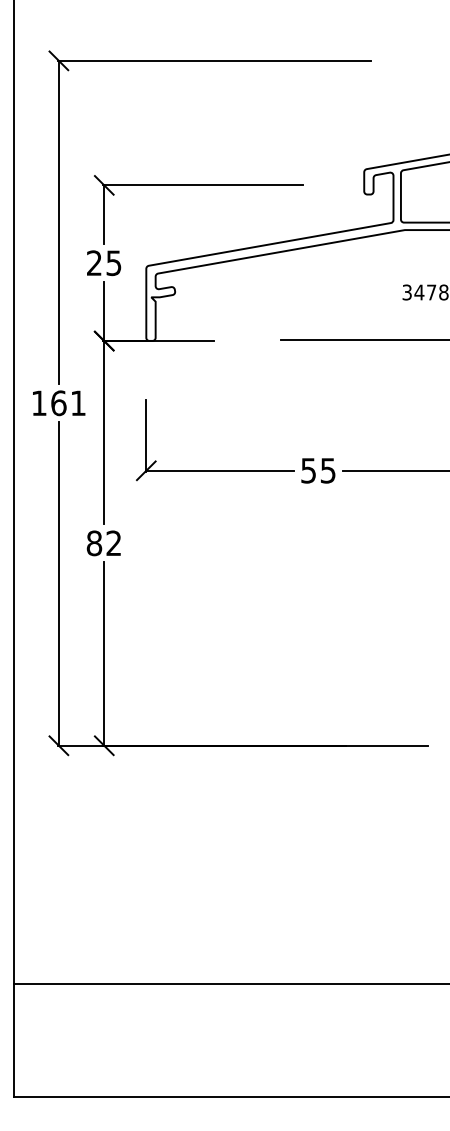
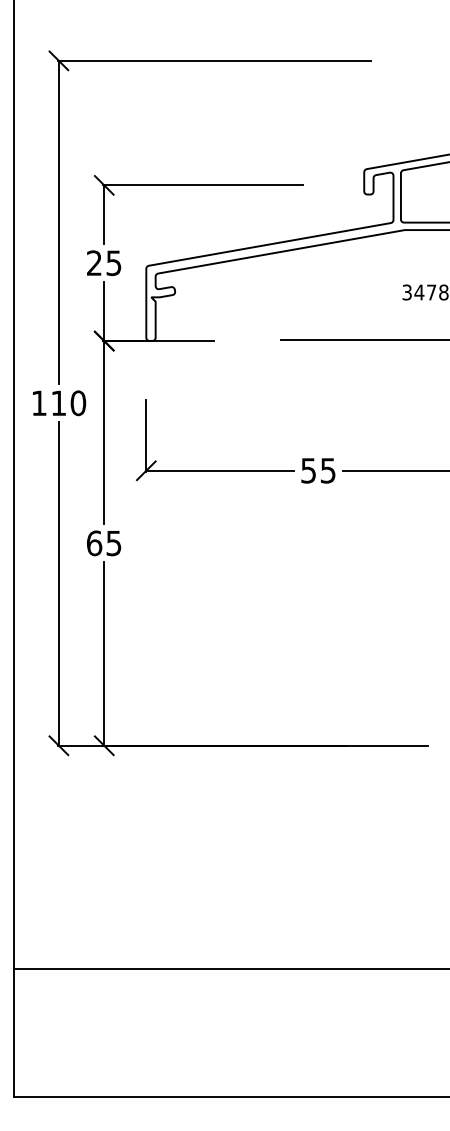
text at (68, 403): 161 -> 110
text at (103, 543): 82 -> 65
line at (229, 983) position: (229, 983) -> (229, 968)
